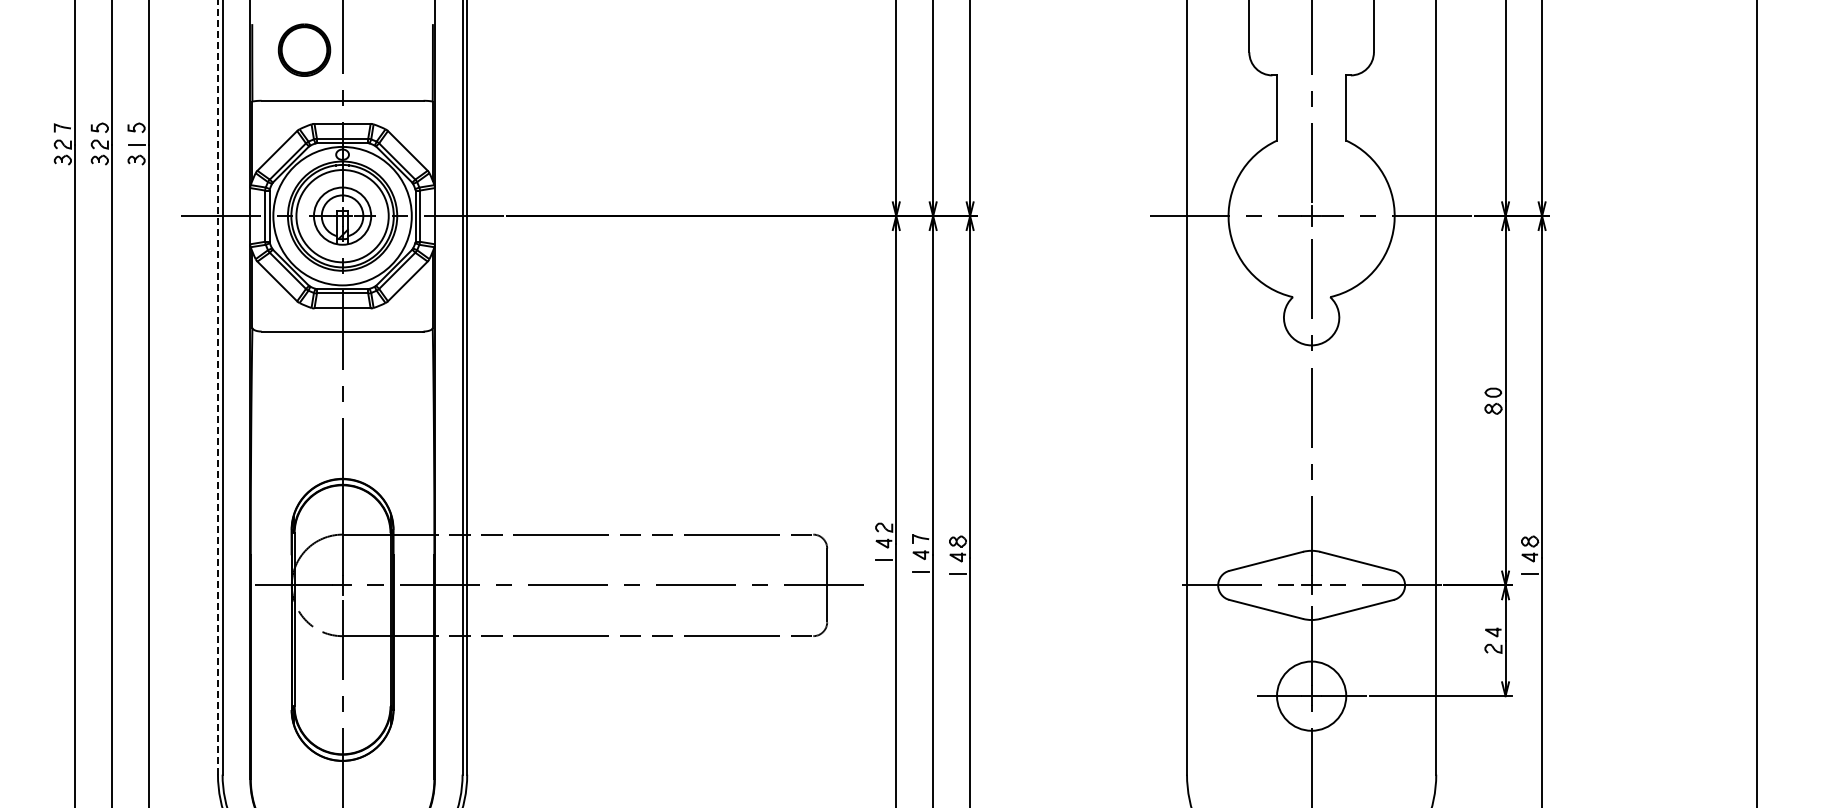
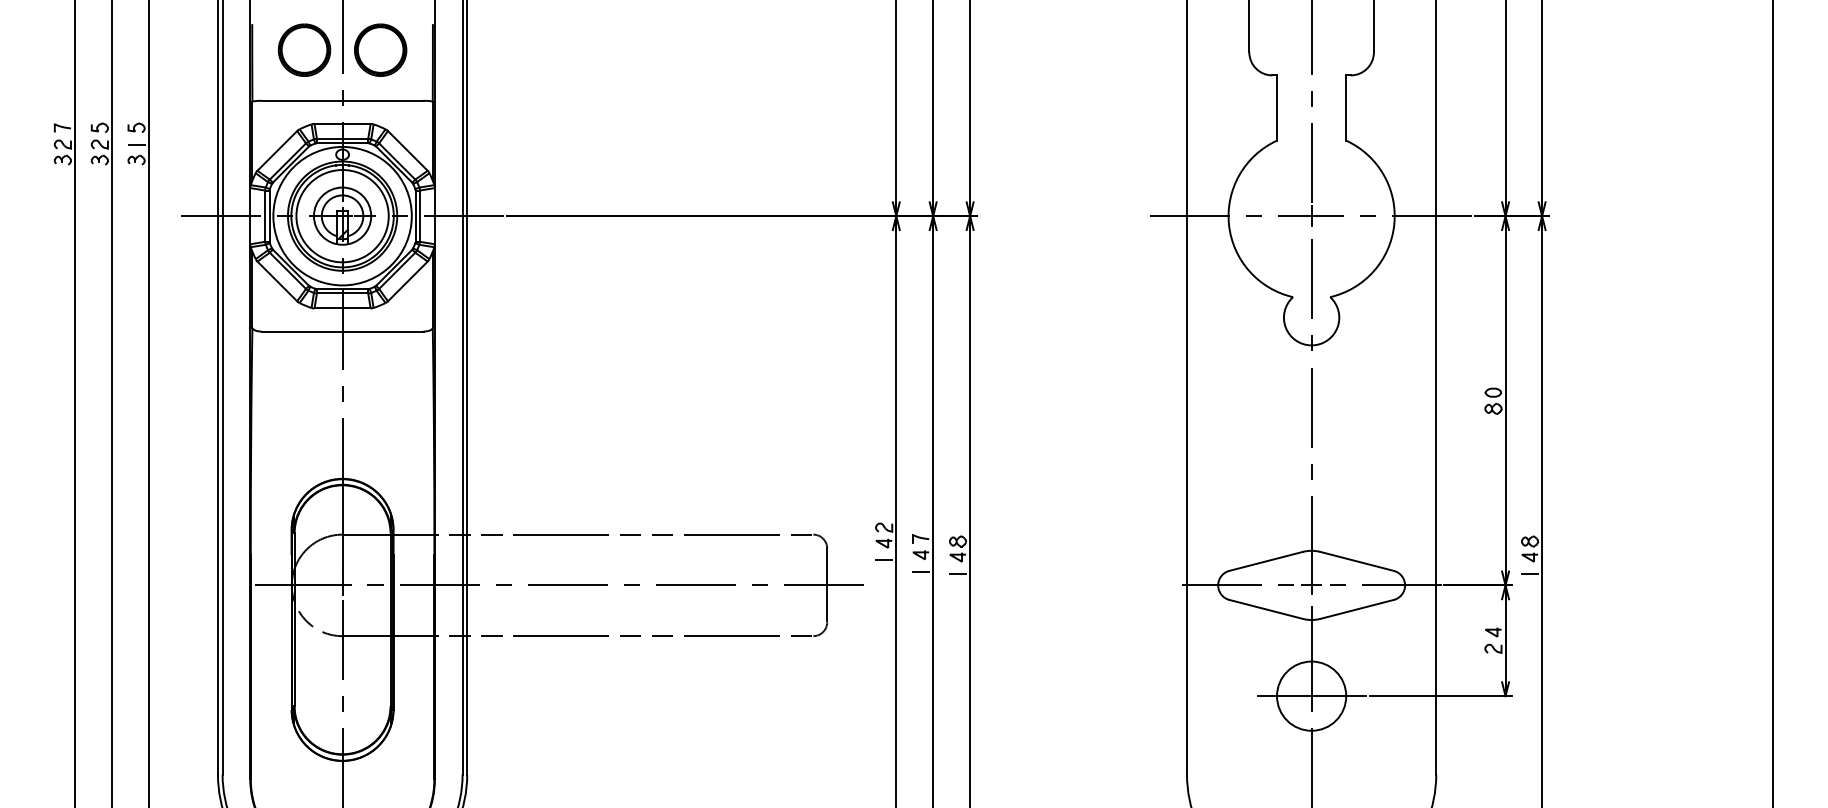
part at (380, 49): none -> present
line at (217, 387): dashed -> solid
line at (1757, 403) position: (1757, 403) -> (1773, 403)
